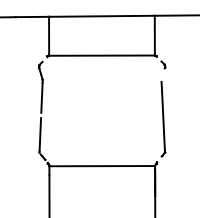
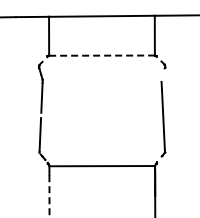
line at (102, 55): solid -> dashed
line at (49, 196): solid -> dashed
